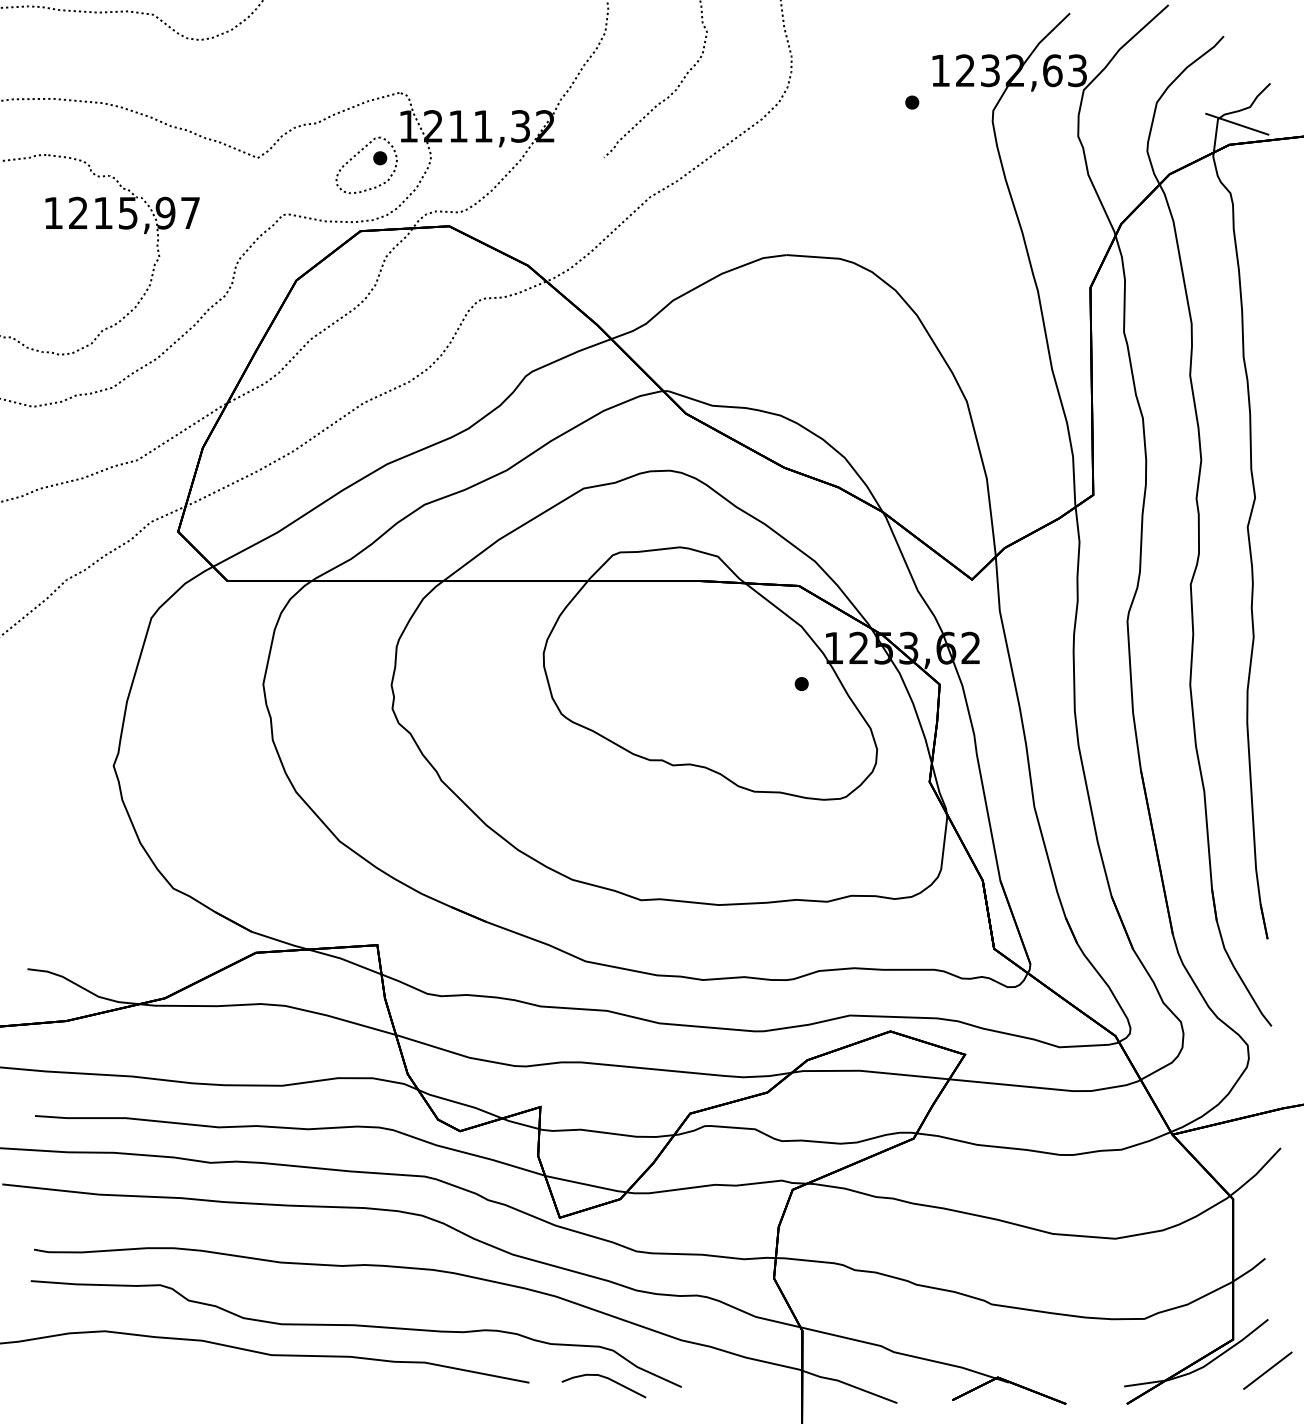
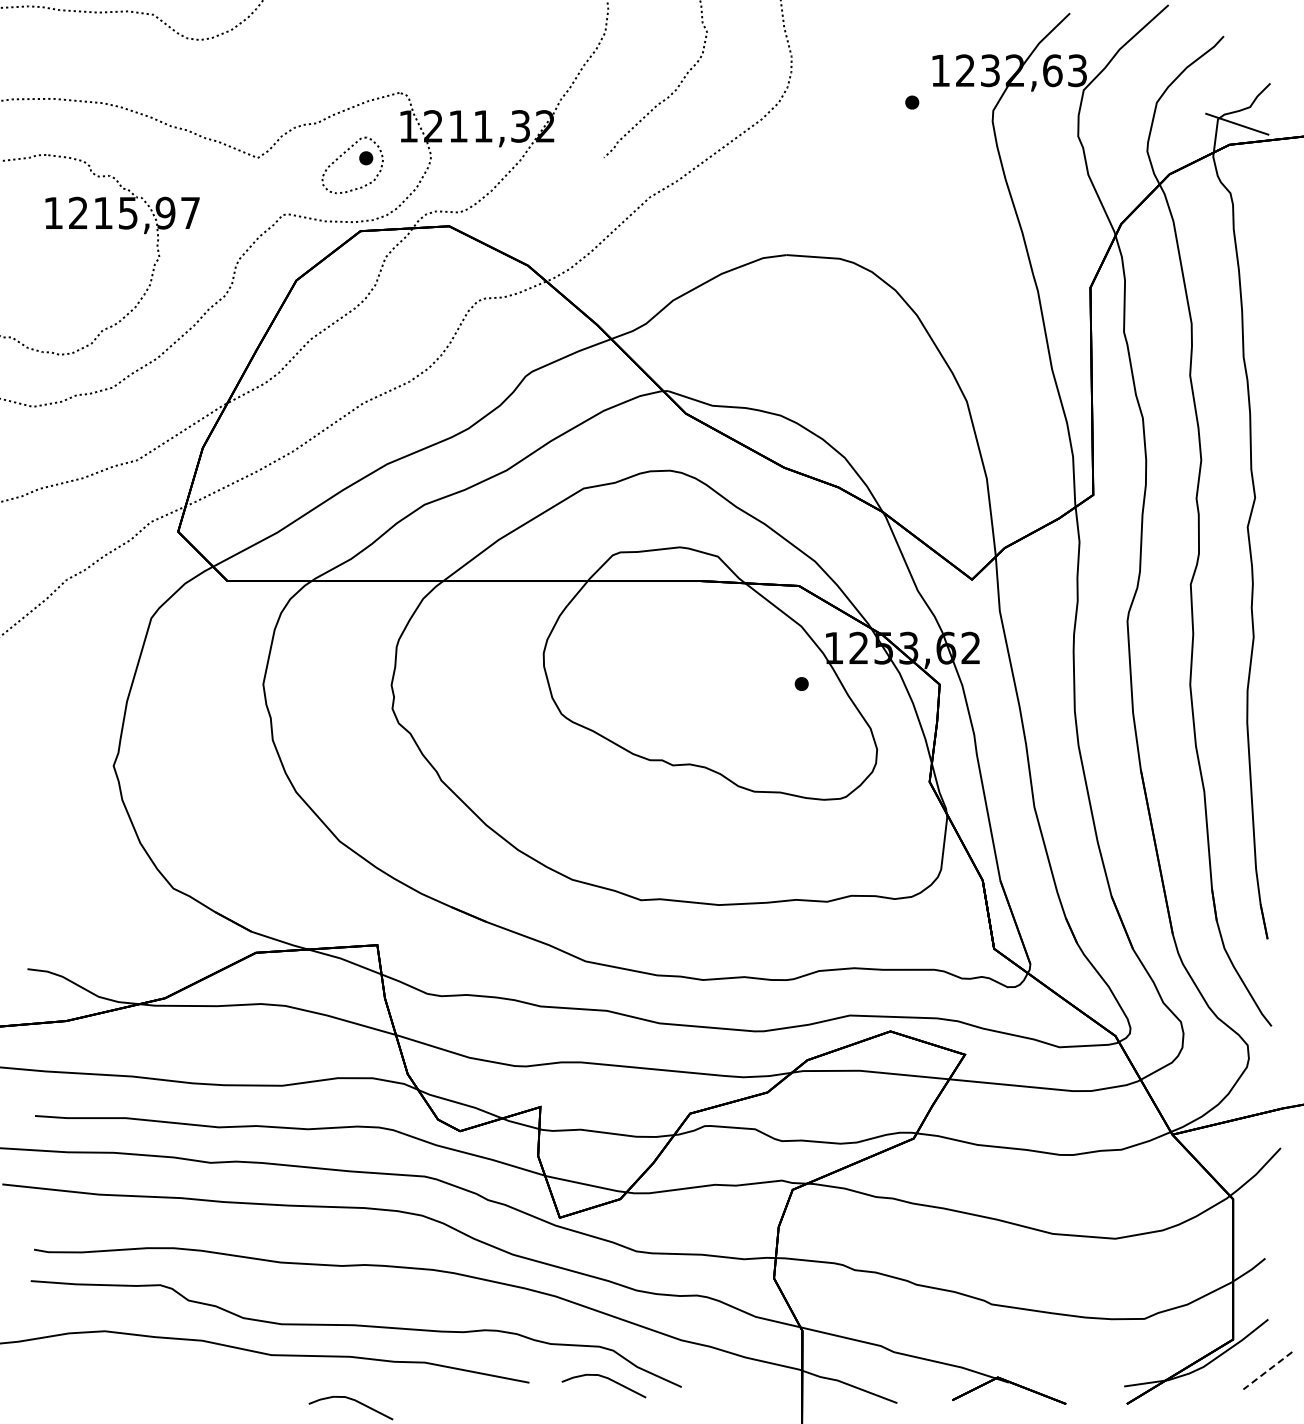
part at (374, 162) position: (374, 162) -> (360, 162)
line at (1267, 1370): solid -> dashed
curve at (351, 1400): none -> present
